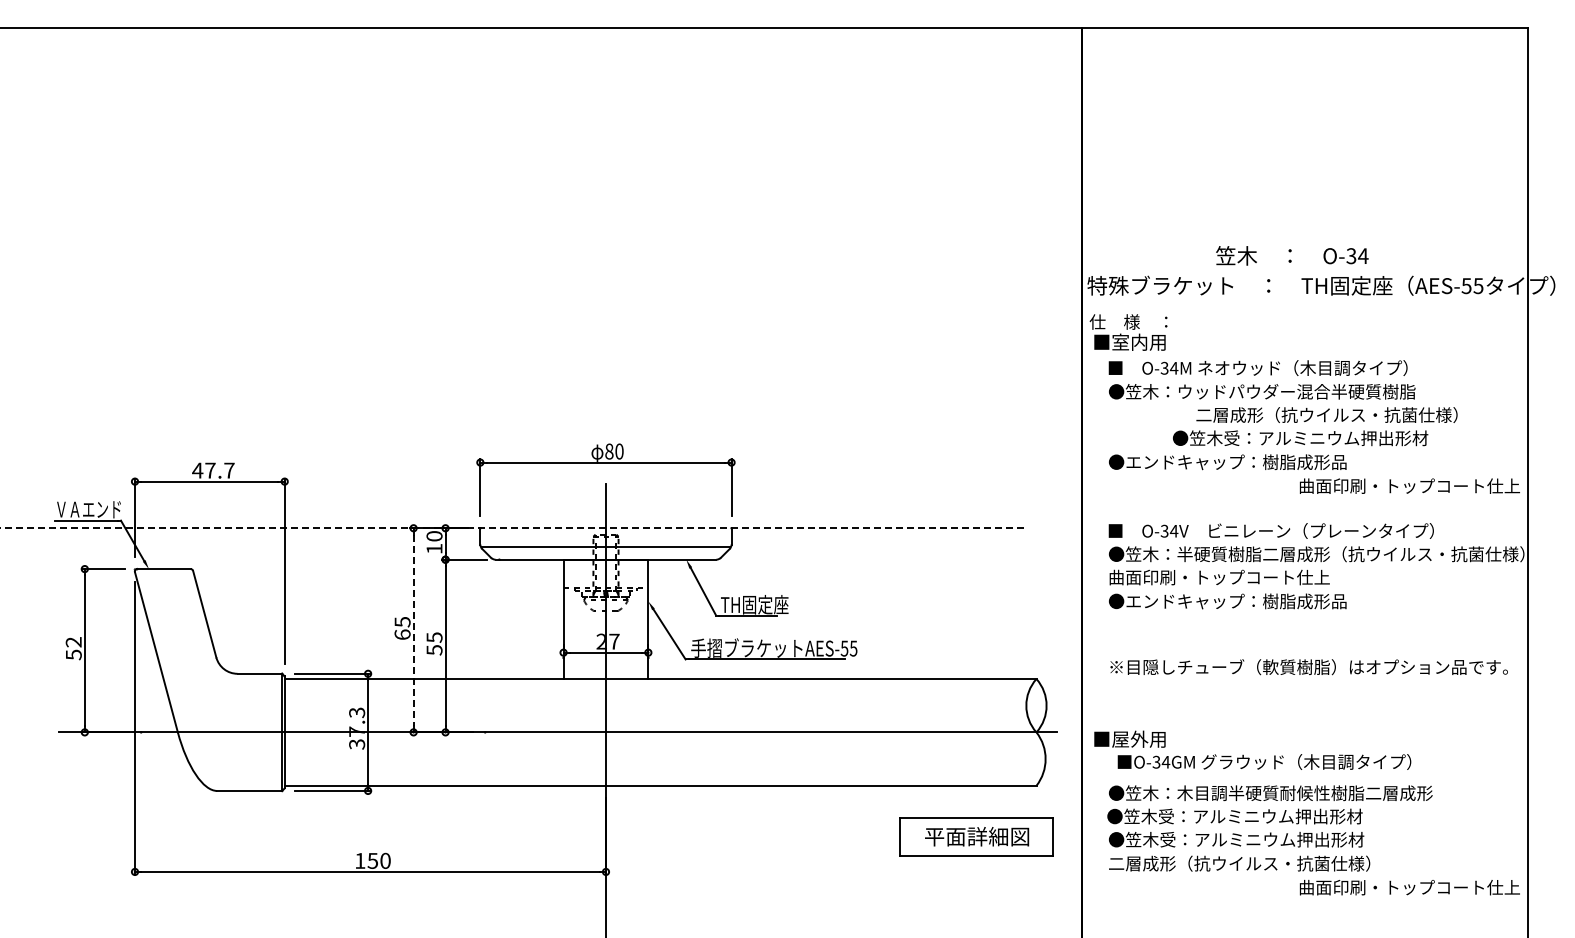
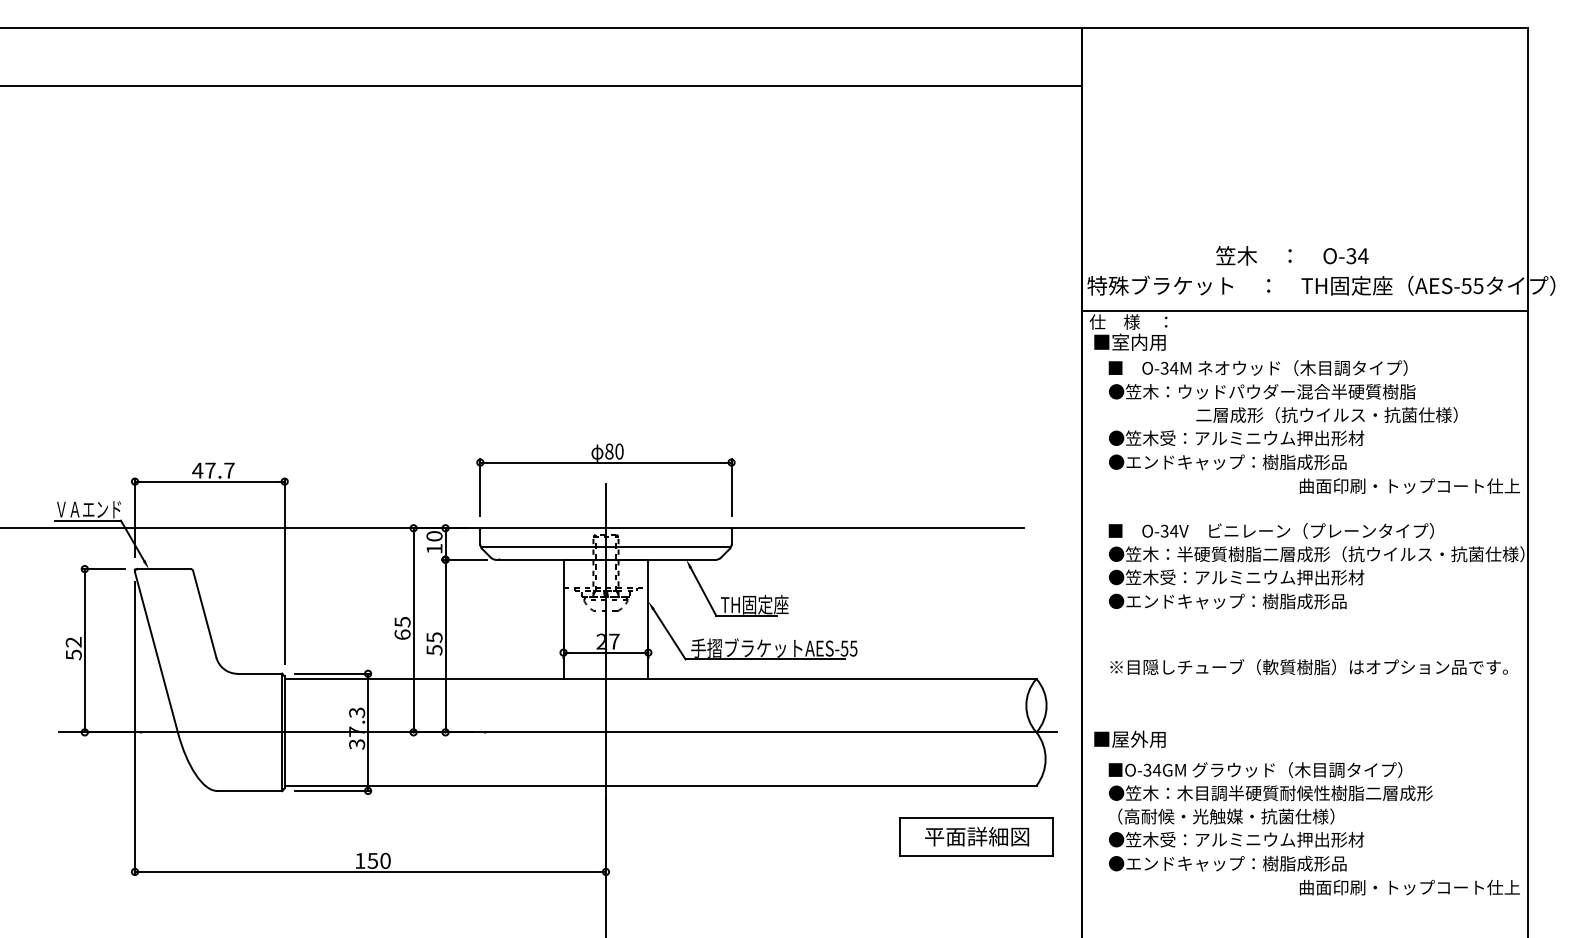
line at (541, 86): none -> present
line at (1304, 310): none -> present
text at (1300, 438) position: (1300, 438) -> (1236, 438)
line at (512, 528): dashed -> solid
text at (1236, 577): 曲面印刷・トップコート仕上 -> ●笠木受：アルミニウム押出形材
line at (413, 630): dashed -> solid
text at (1264, 761) position: (1264, 761) -> (1255, 769)
text at (1234, 816): ●笠木受：アルミニウム押出形材 -> （高耐候・光触媒・抗菌仕様）
text at (1239, 863): 二層成形（抗ウイルス・抗菌仕様） -> ●エンドキャップ：樹脂成形品
